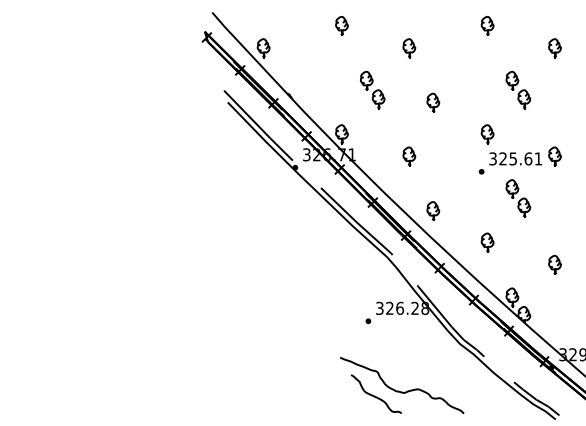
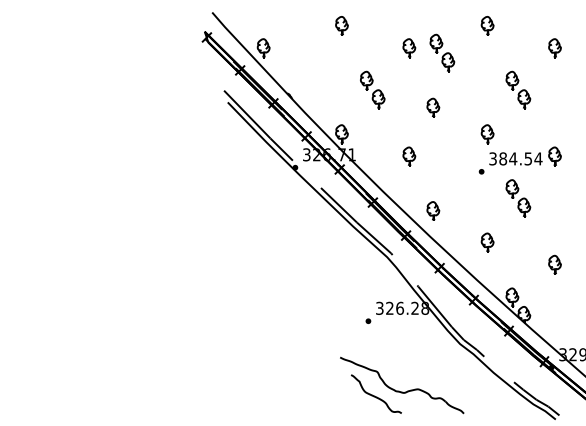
part at (442, 52): none -> present
part at (433, 102) position: (433, 102) -> (433, 107)
text at (520, 158): 325.61 -> 384.54
